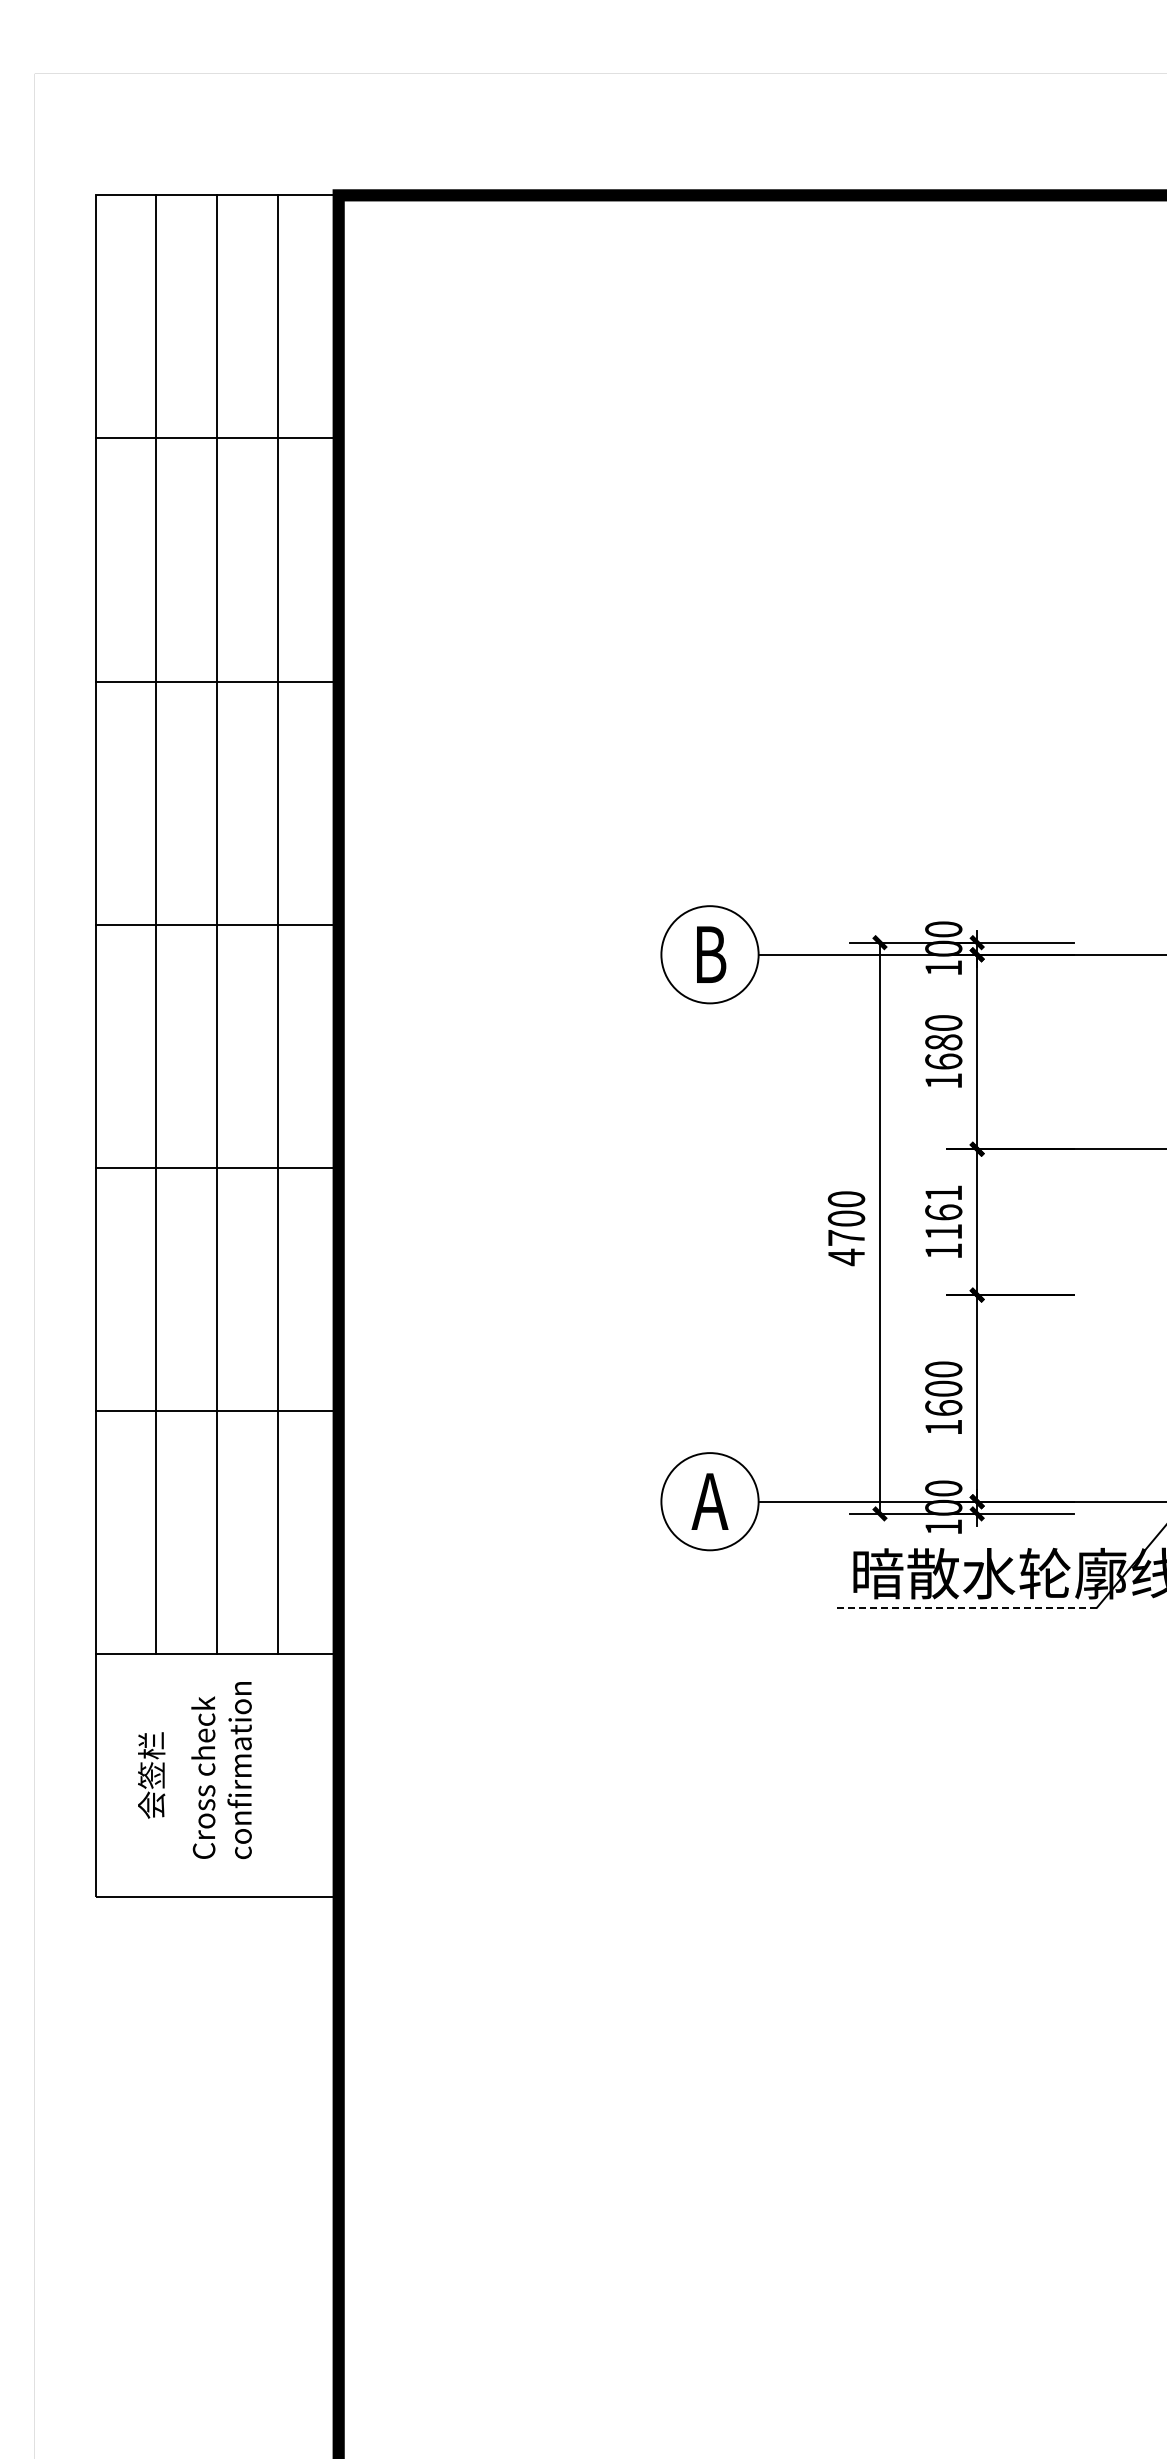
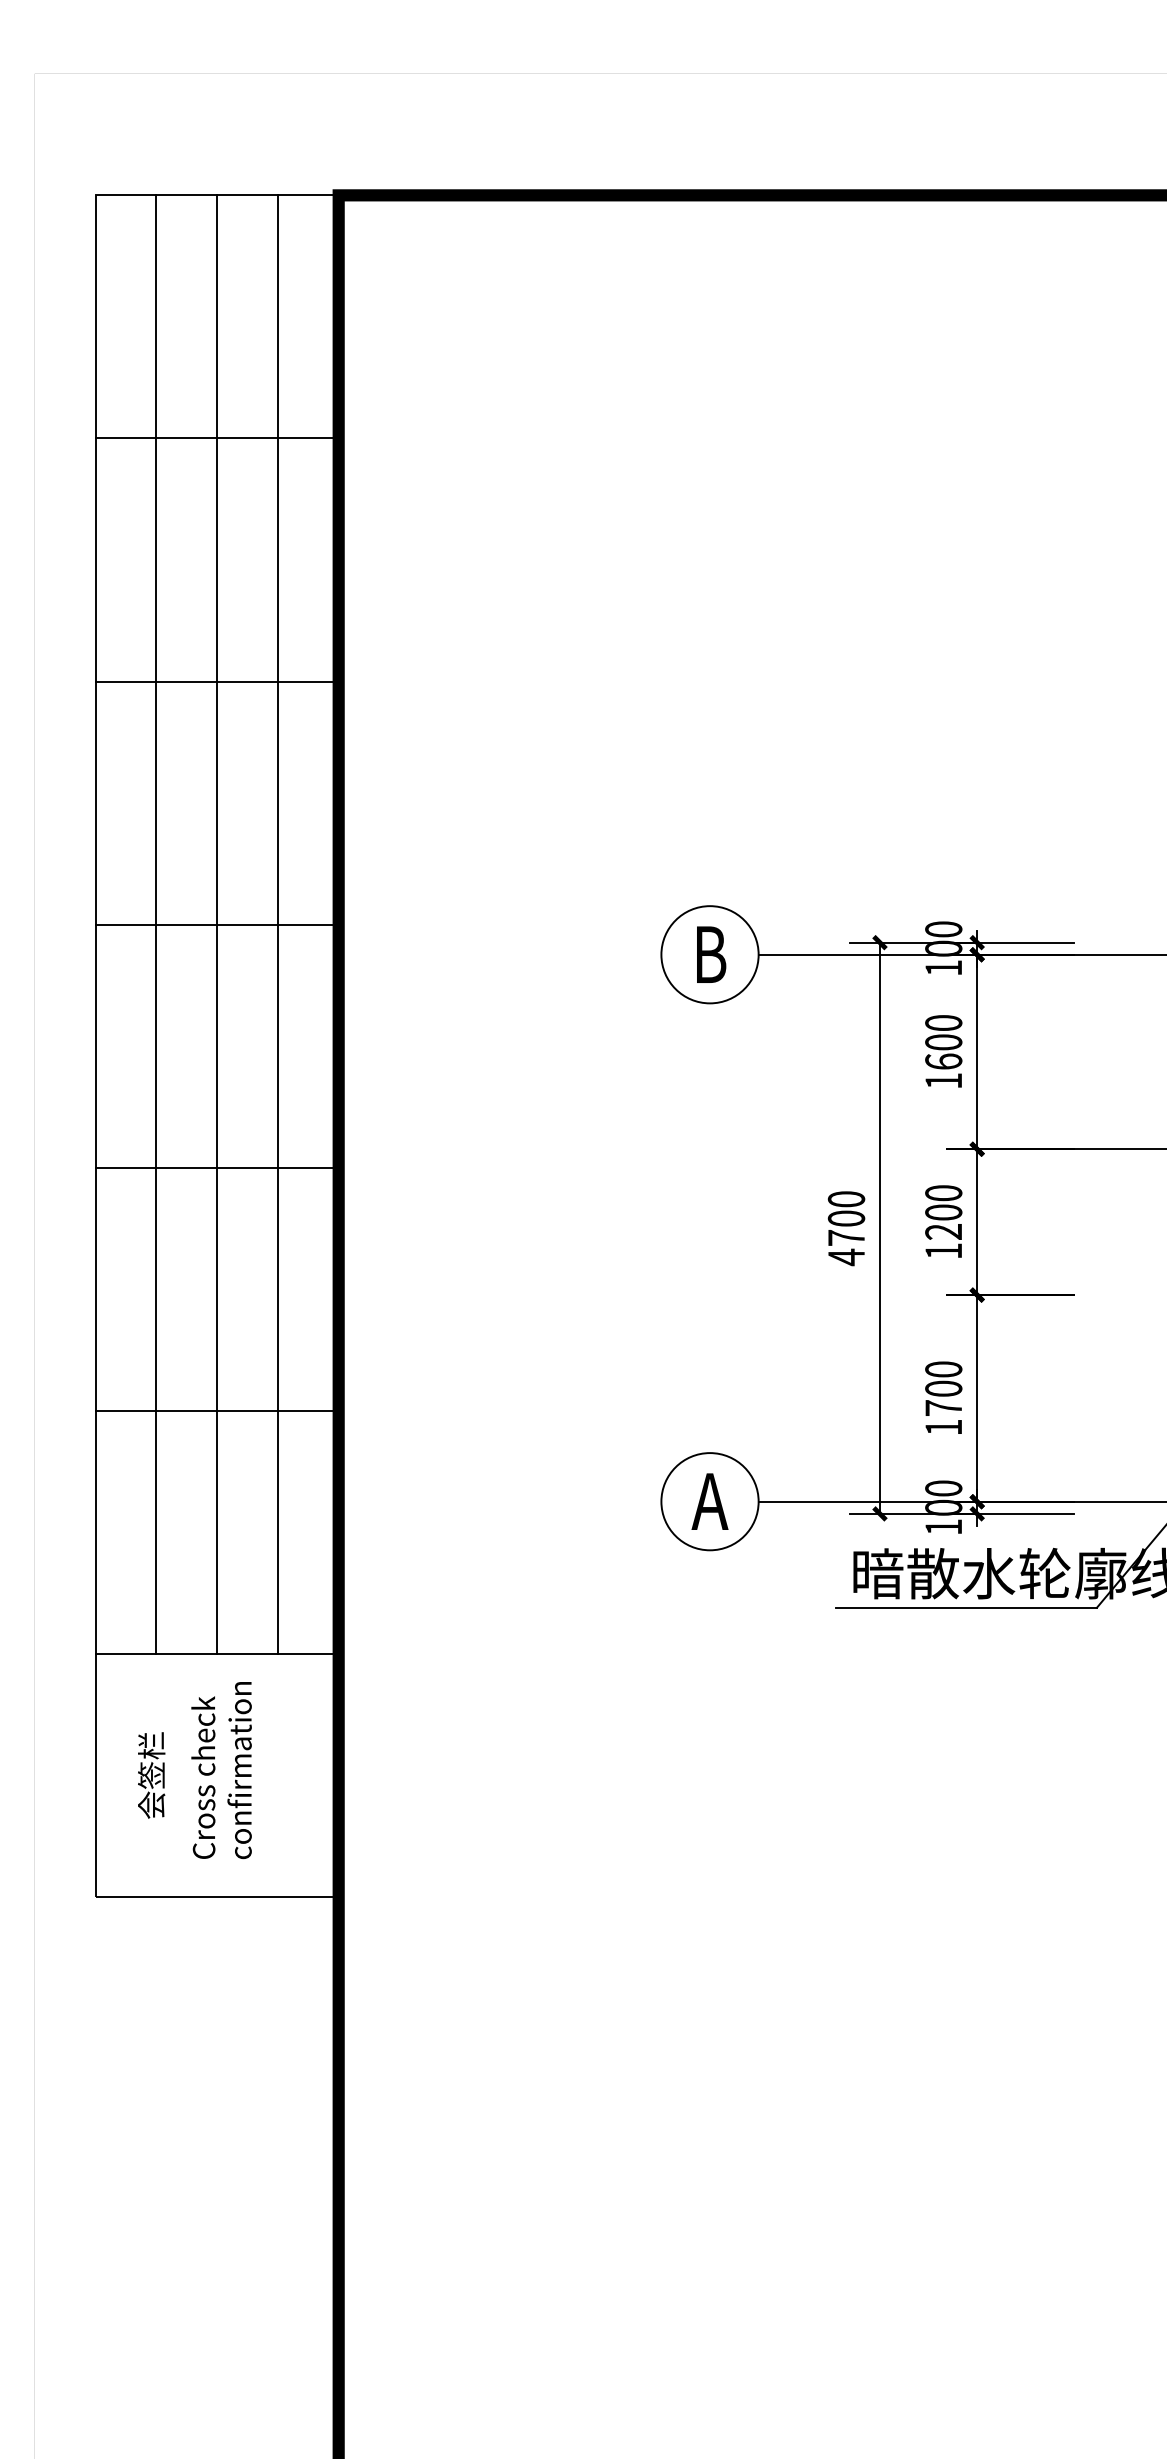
text at (943, 1042): 1680 -> 1600
text at (943, 1212): 1161 -> 1200
text at (943, 1407): 1600 -> 1700
line at (966, 1607): dashed -> solid
